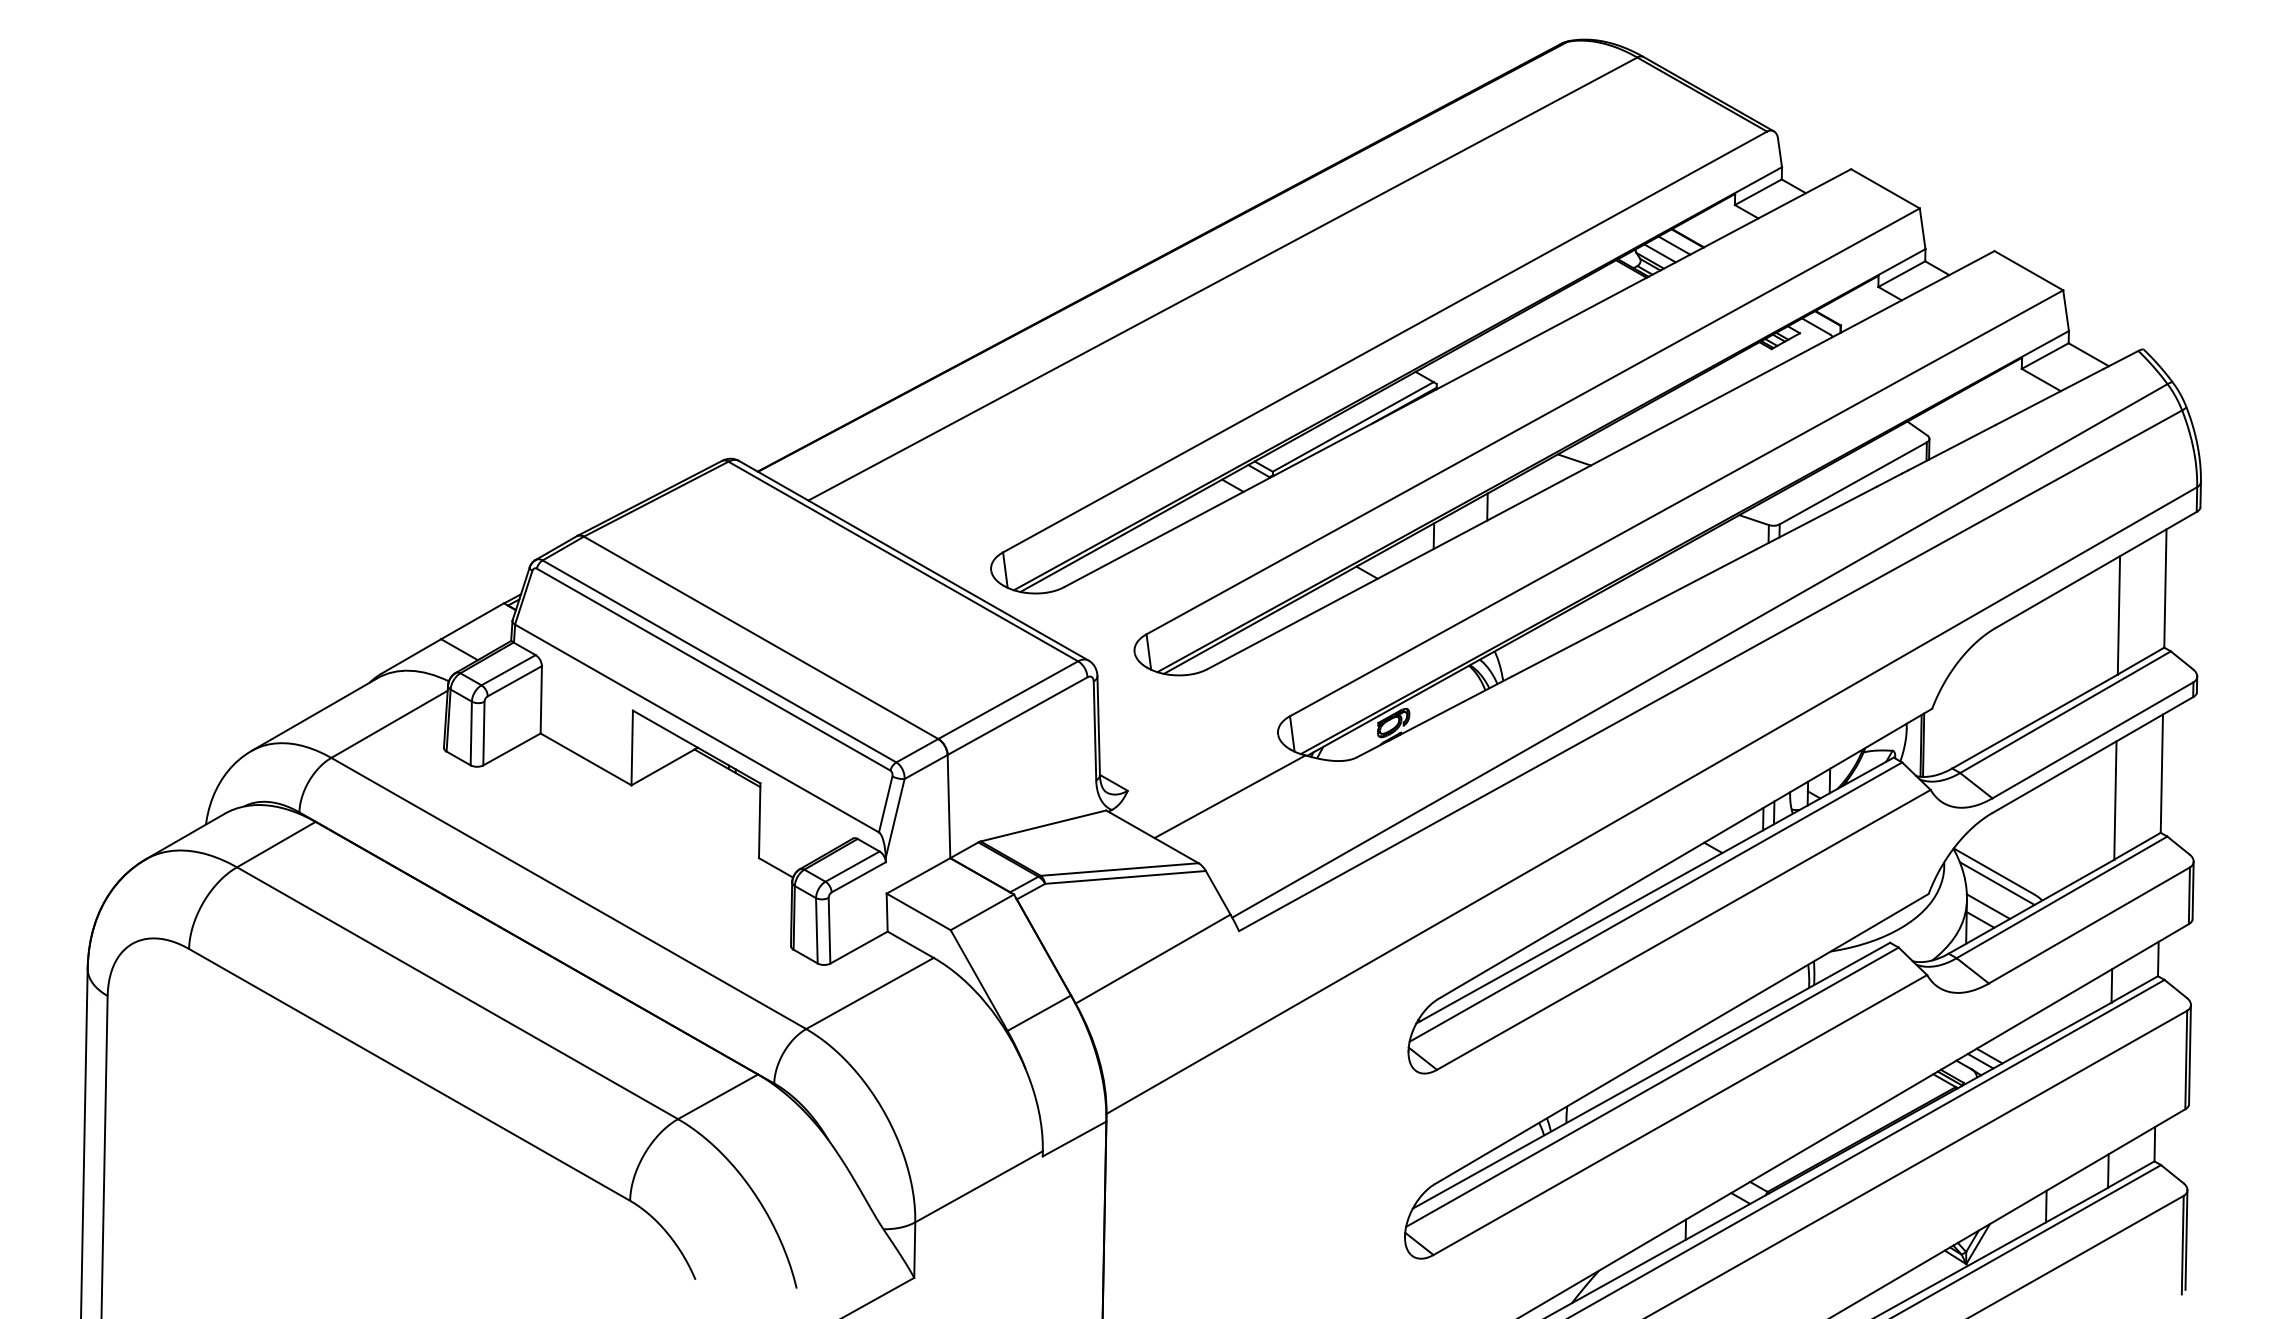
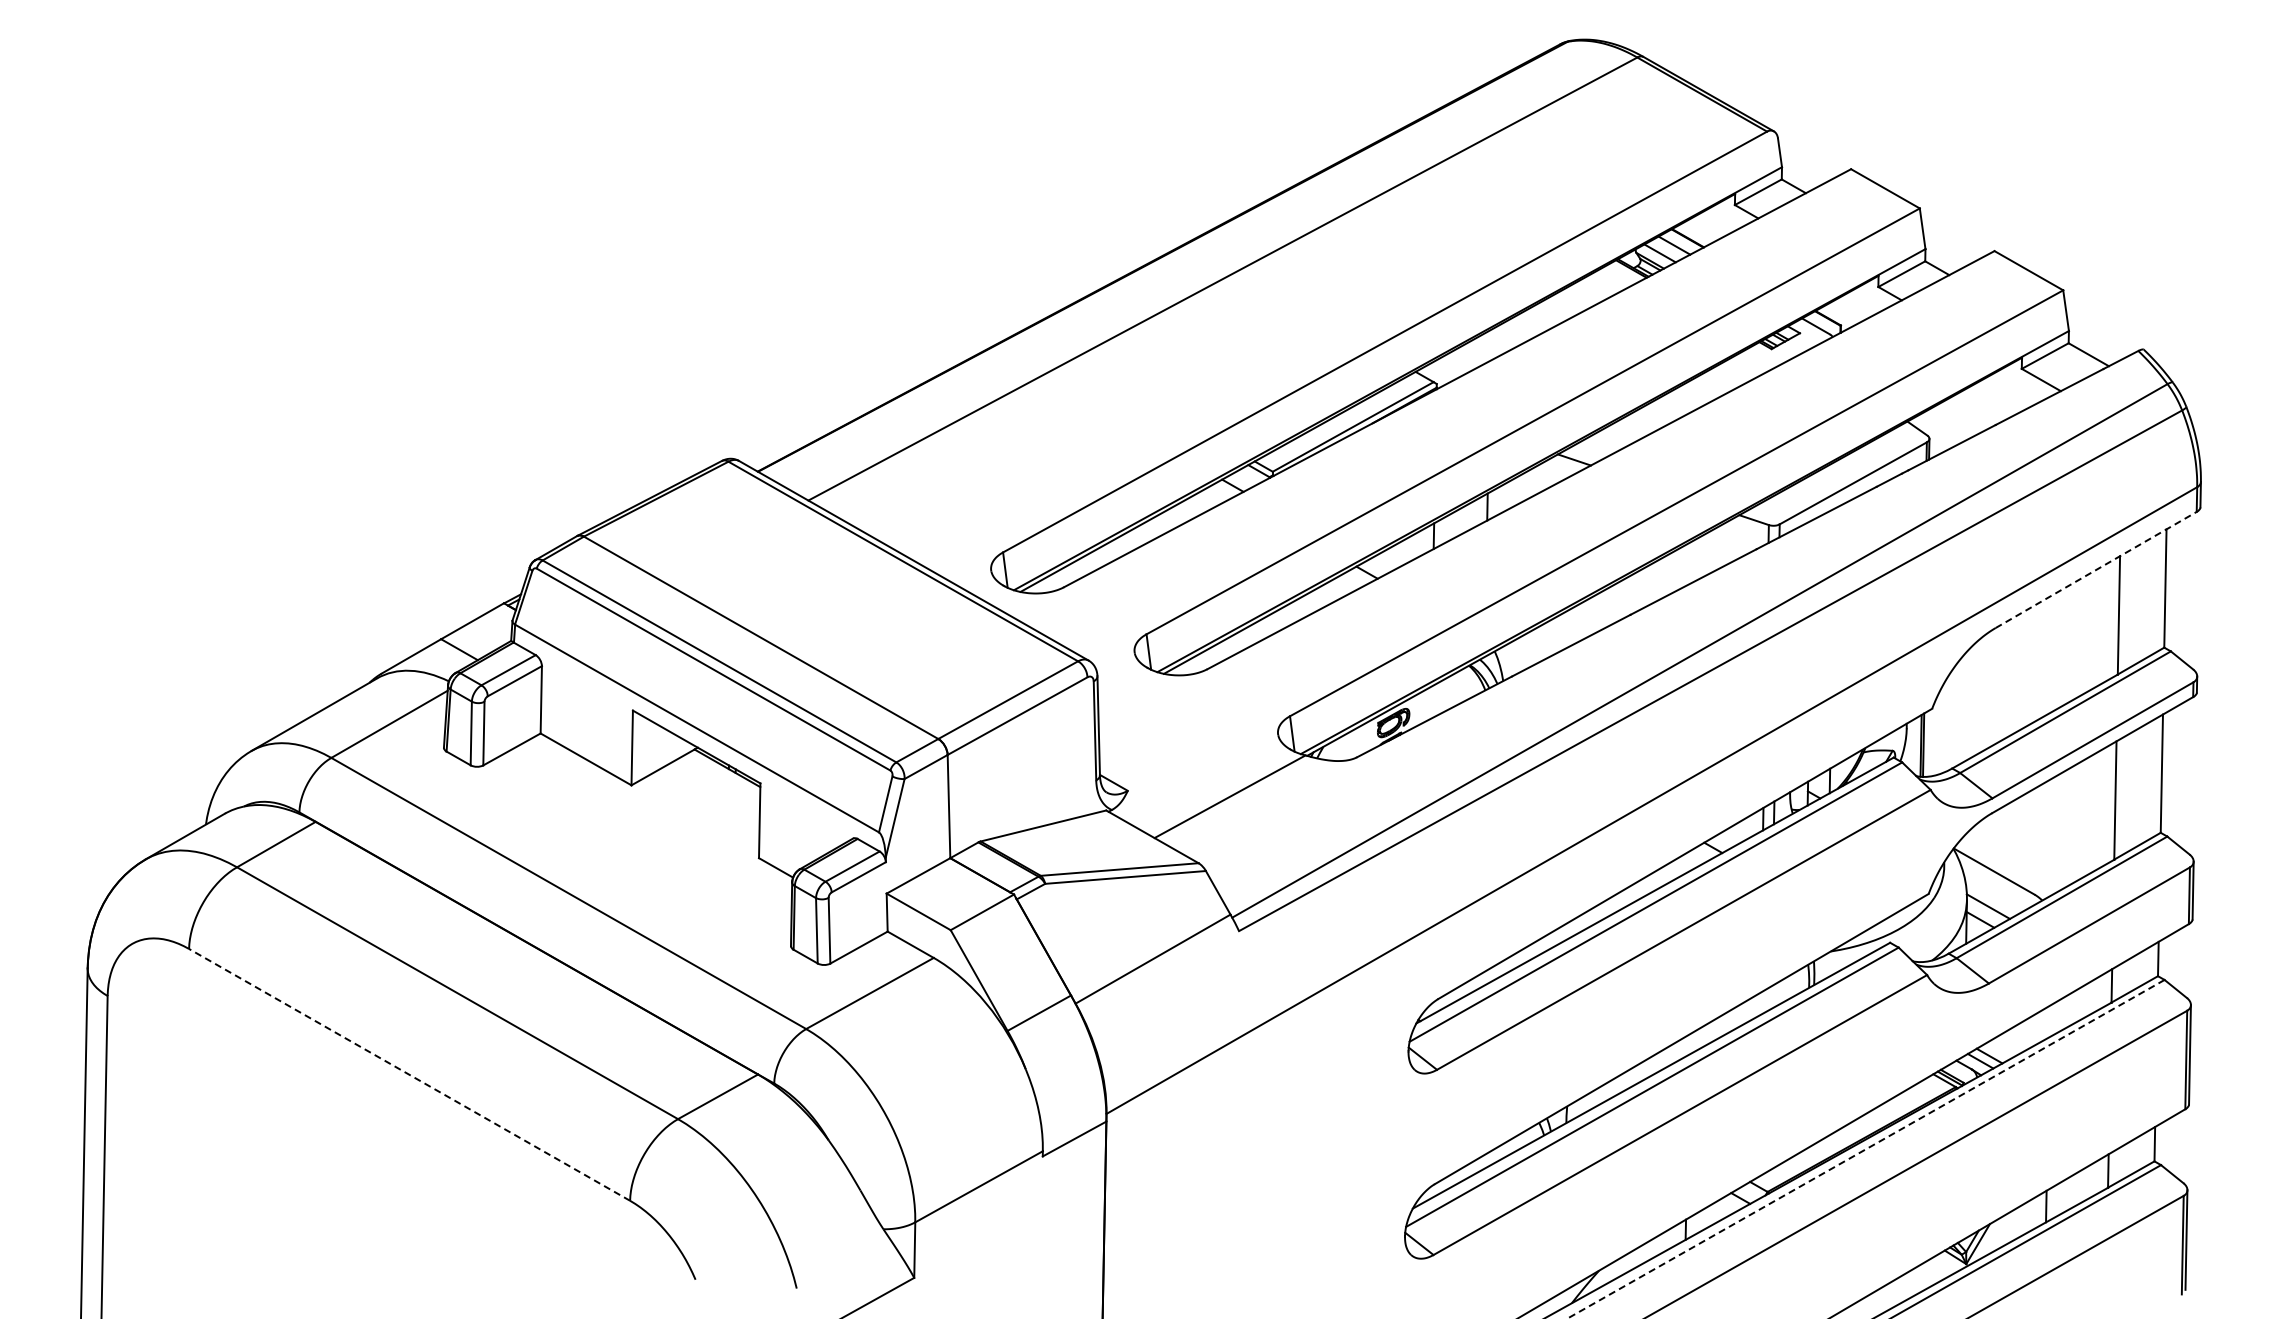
line at (2096, 569): solid -> dashed
line at (1996, 883): present -> none
line at (409, 1074): solid -> dashed
line at (1865, 1149): solid -> dashed
